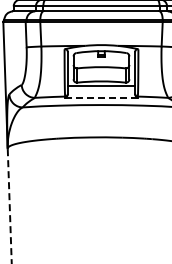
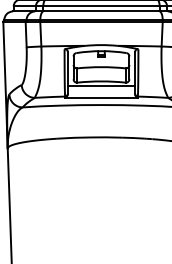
line at (101, 97): dashed -> solid
line at (9, 205): dashed -> solid
